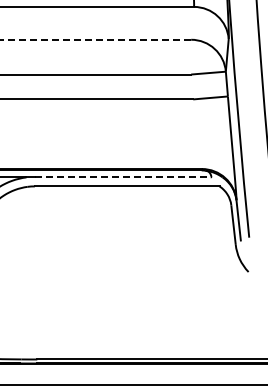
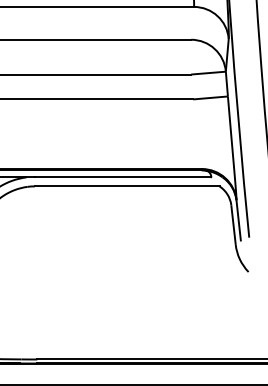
line at (95, 39): dashed -> solid
line at (122, 177): dashed -> solid
